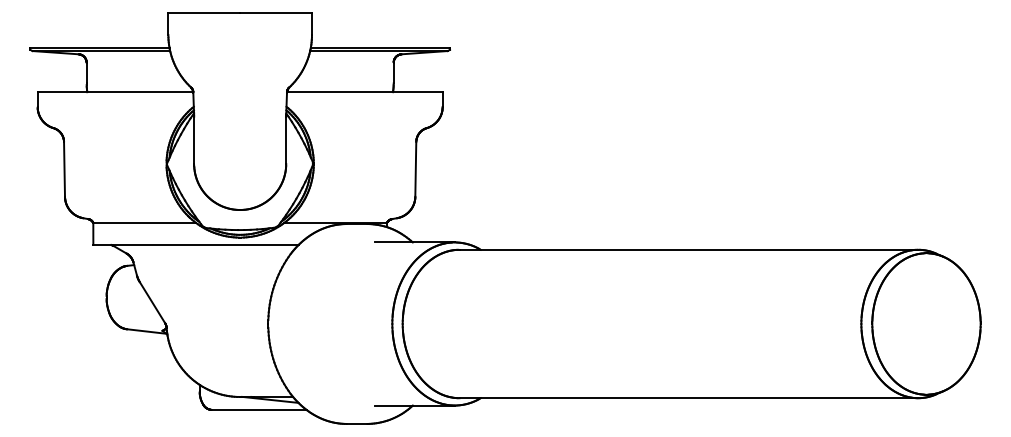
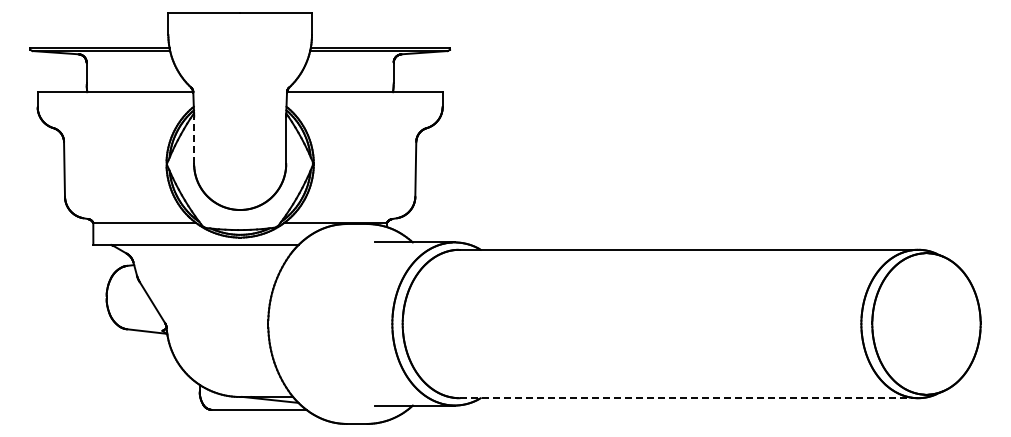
line at (194, 140): solid -> dashed
line at (688, 398): solid -> dashed
